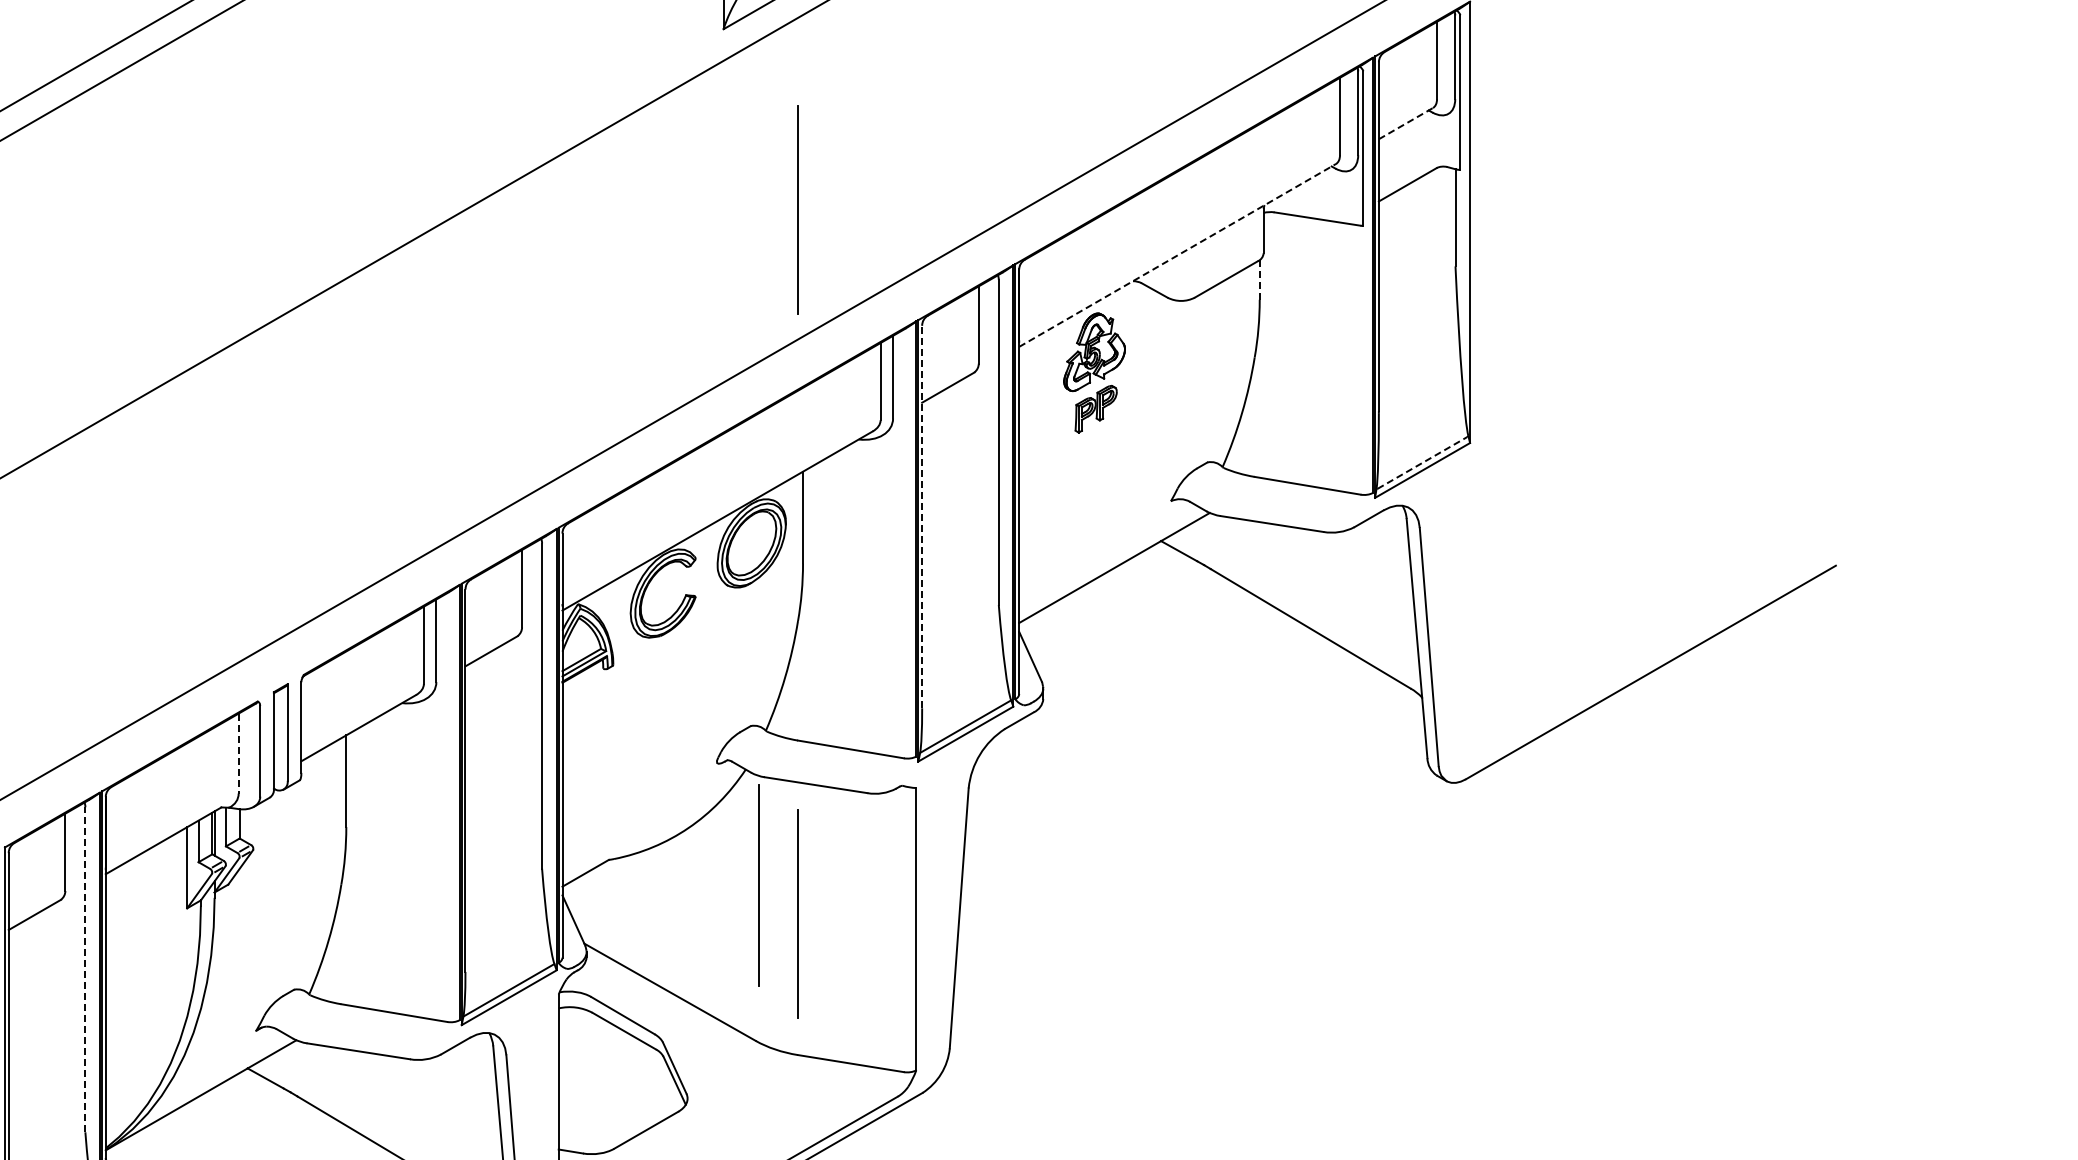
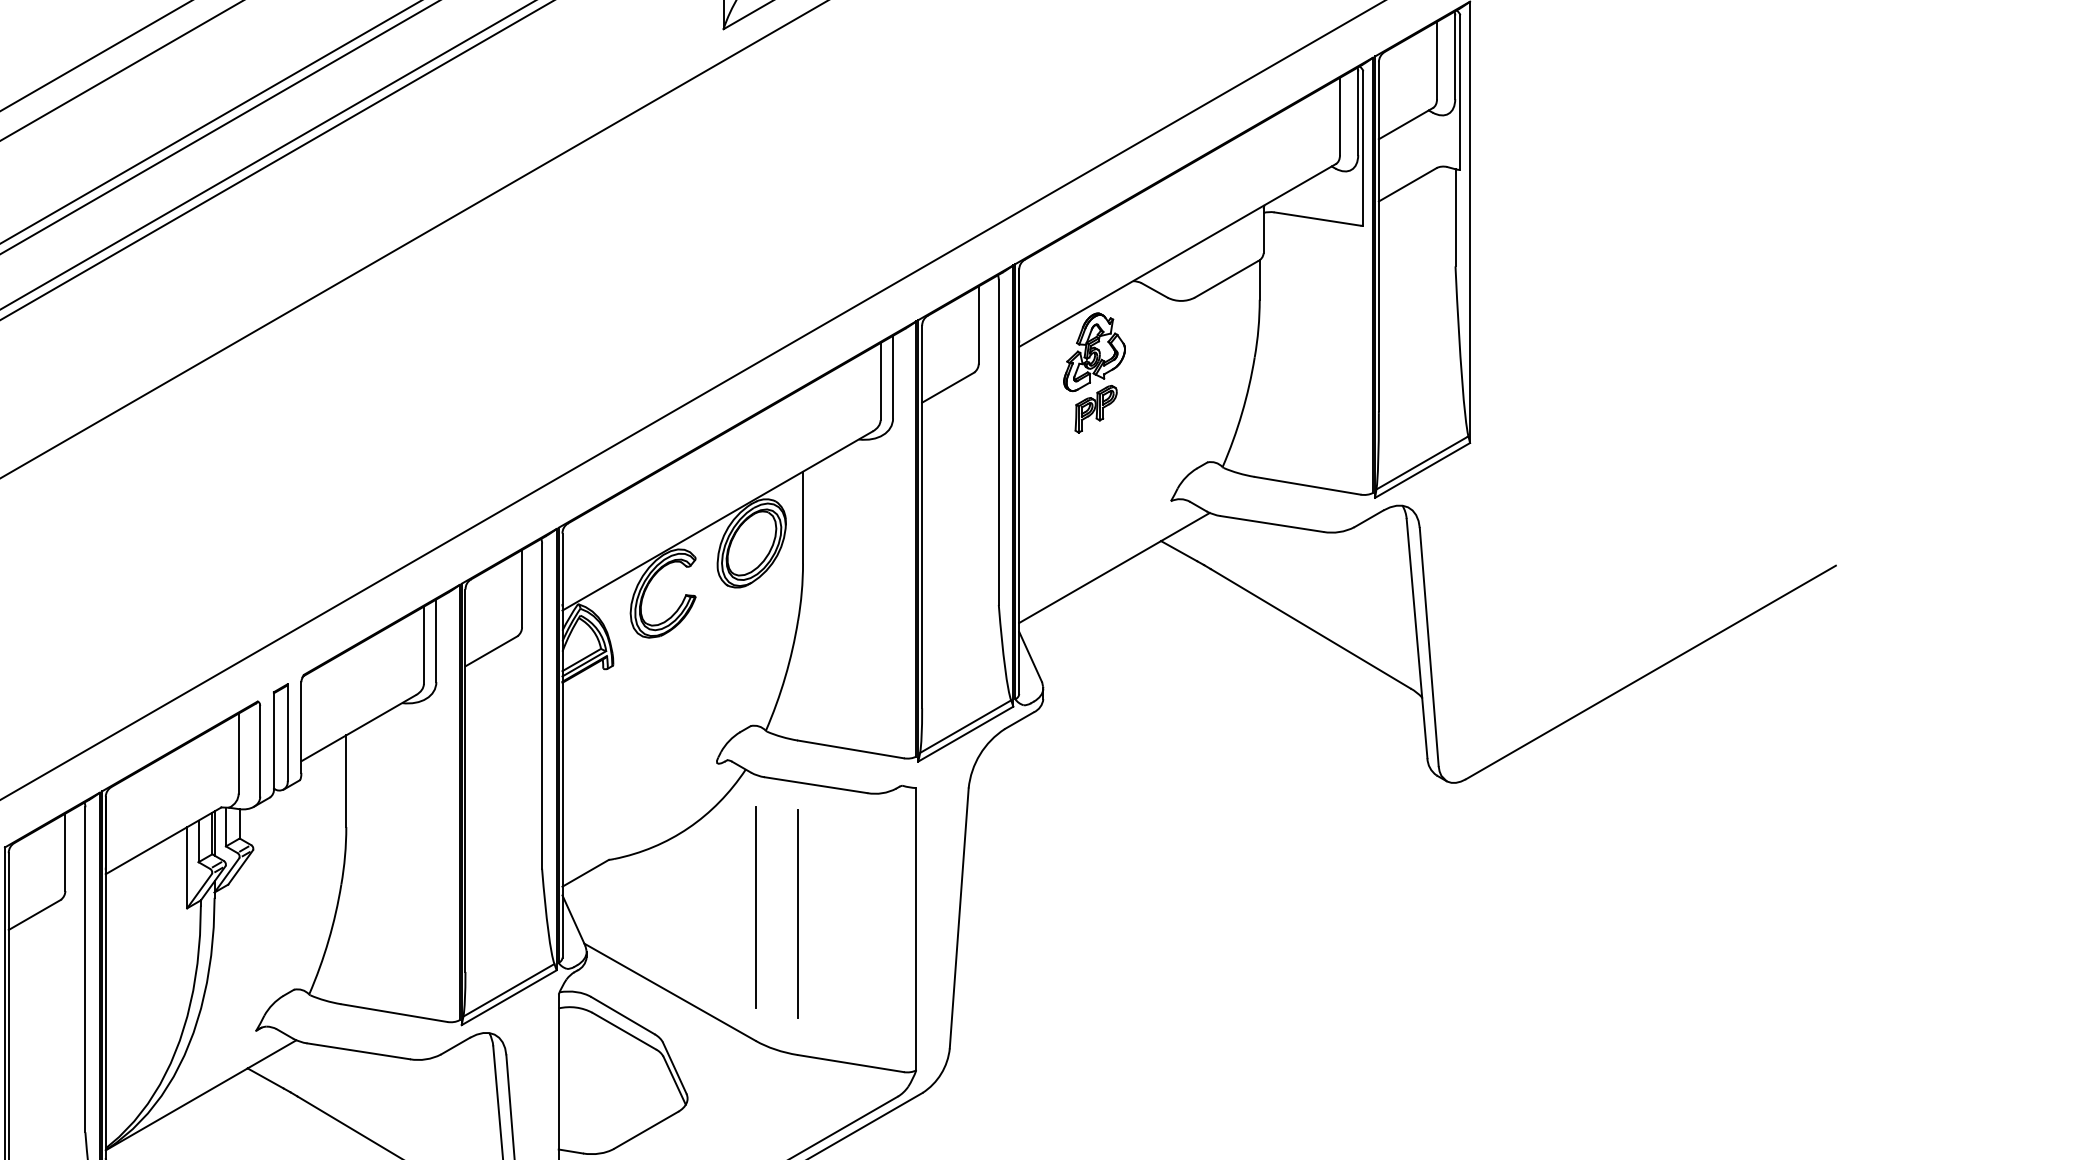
line at (210, 122): none -> present
line at (1406, 123): dashed -> solid
line at (219, 127): none -> present
line at (267, 155): none -> present
line at (276, 160): none -> present
line at (797, 209): present -> none
line at (1177, 255): dashed -> solid
line at (1259, 279): dashed -> solid
line at (1422, 463): dashed -> solid
line at (922, 516): dashed -> solid
line at (238, 753): dashed -> solid
line at (758, 885) position: (758, 885) -> (755, 907)
line at (85, 969): dashed -> solid
